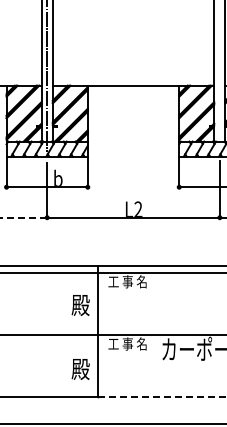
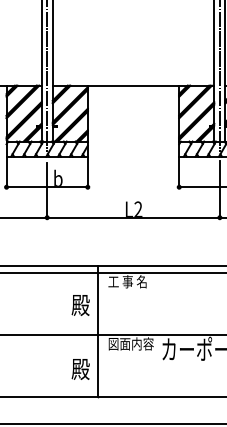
line at (219, 76): none -> present
line at (24, 217): dashed -> solid
text at (130, 343): 工 事 名 -> 図面内容
line at (162, 397): dashed -> solid
